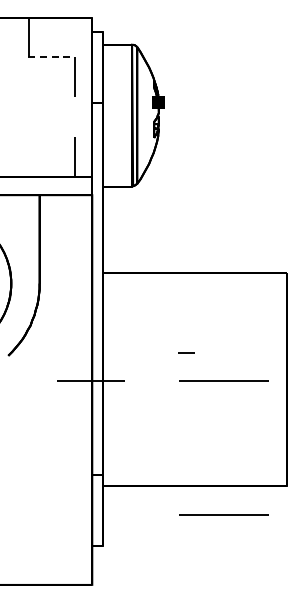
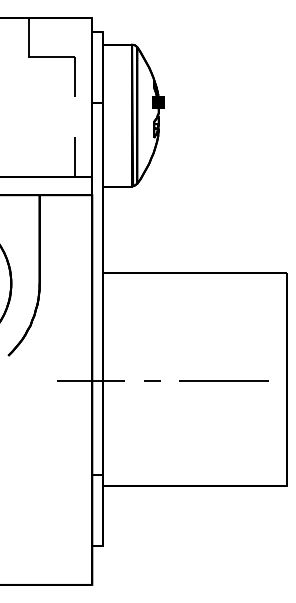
line at (52, 57): dashed -> solid
line at (186, 352) position: (186, 352) -> (152, 380)
line at (223, 514): present -> none
